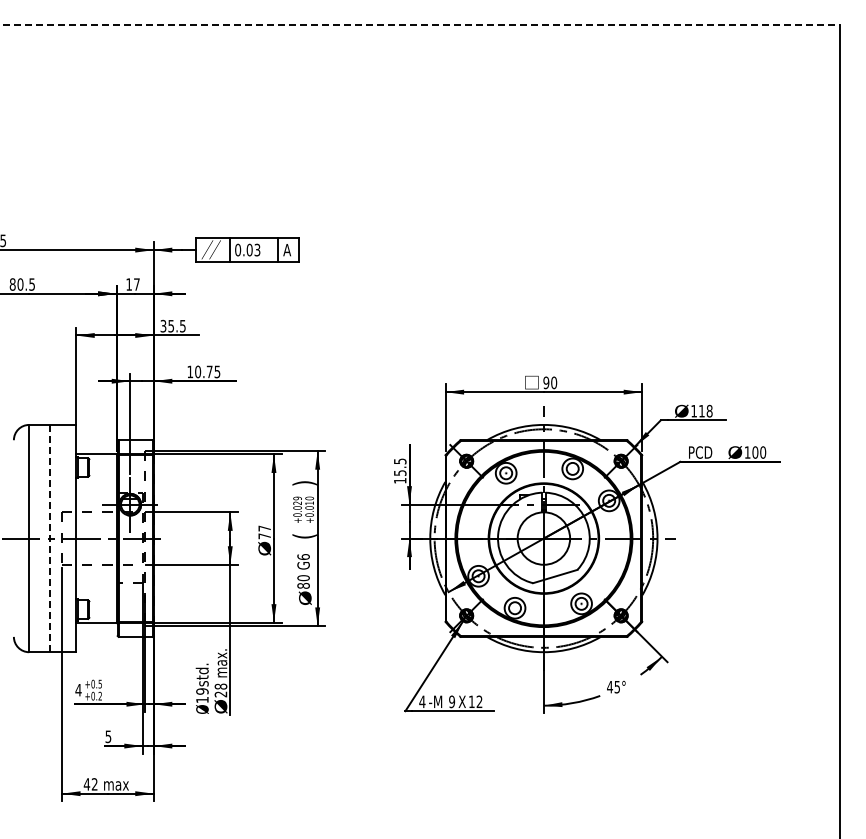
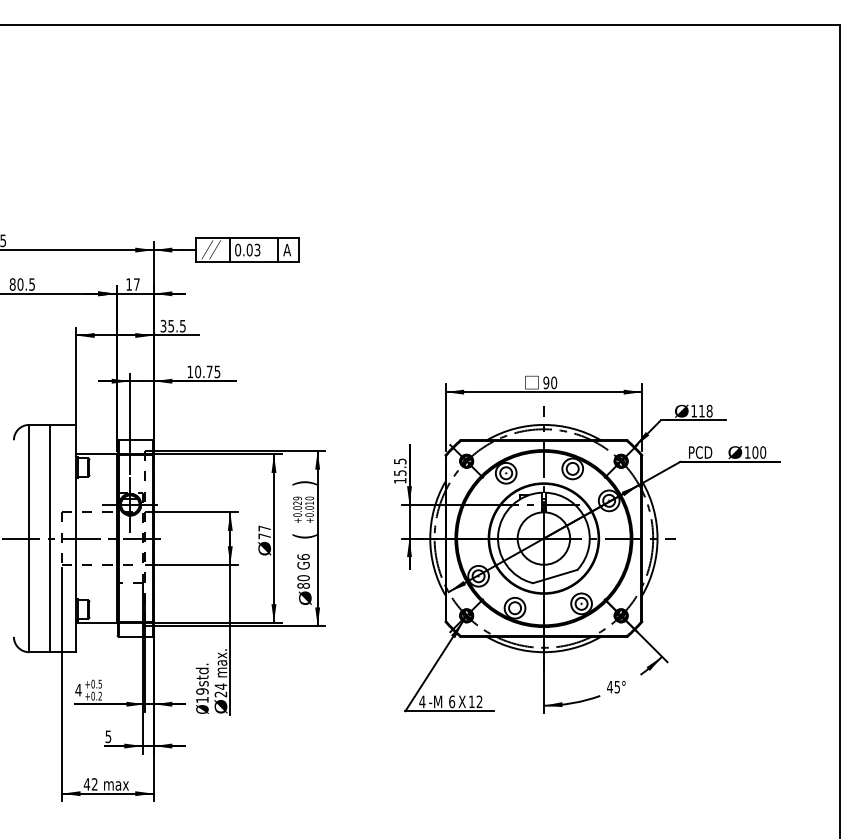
line at (420, 25): dashed -> solid
line at (49, 538): dashed -> solid
text at (220, 686): 28 -> 24
text at (452, 701): 9 -> 6
